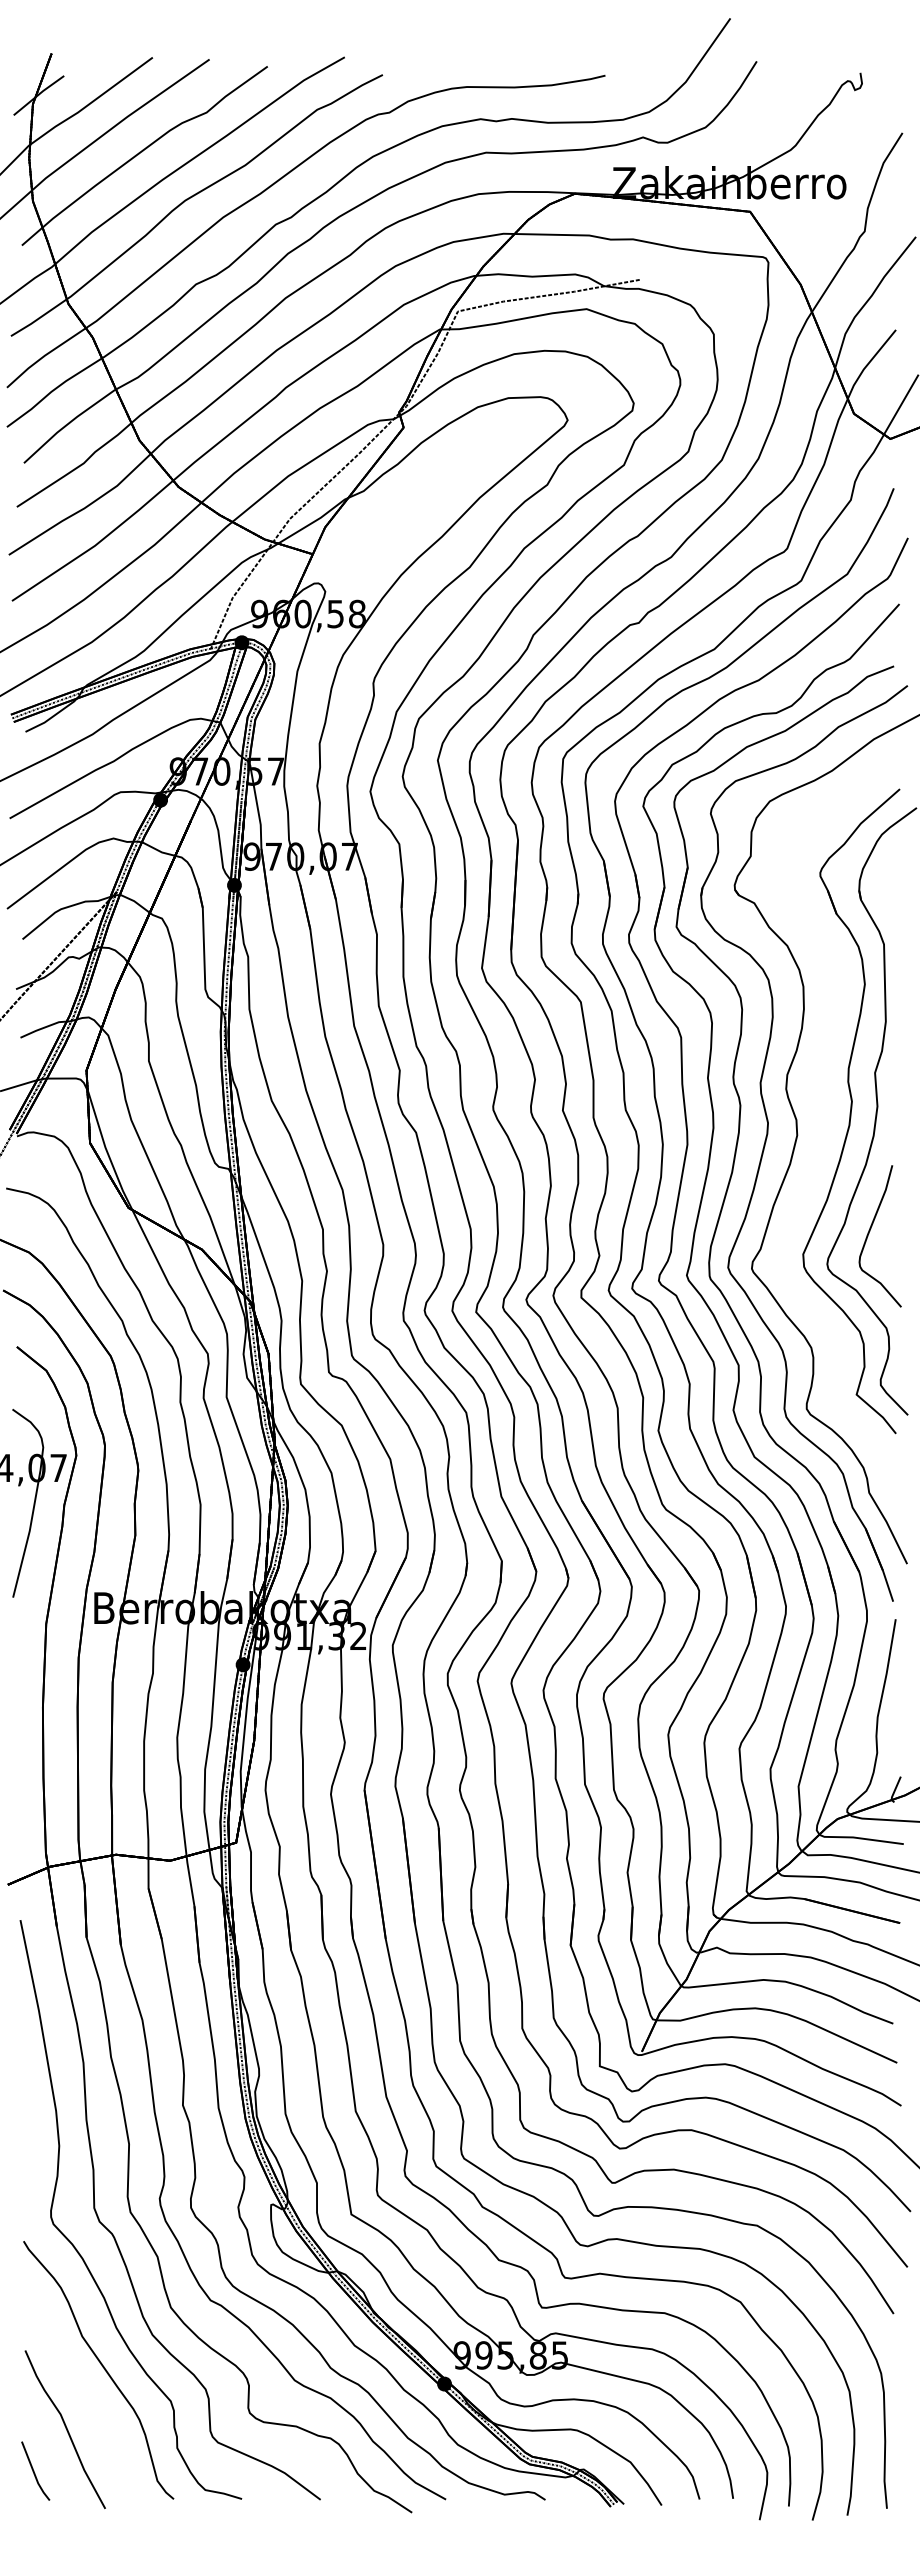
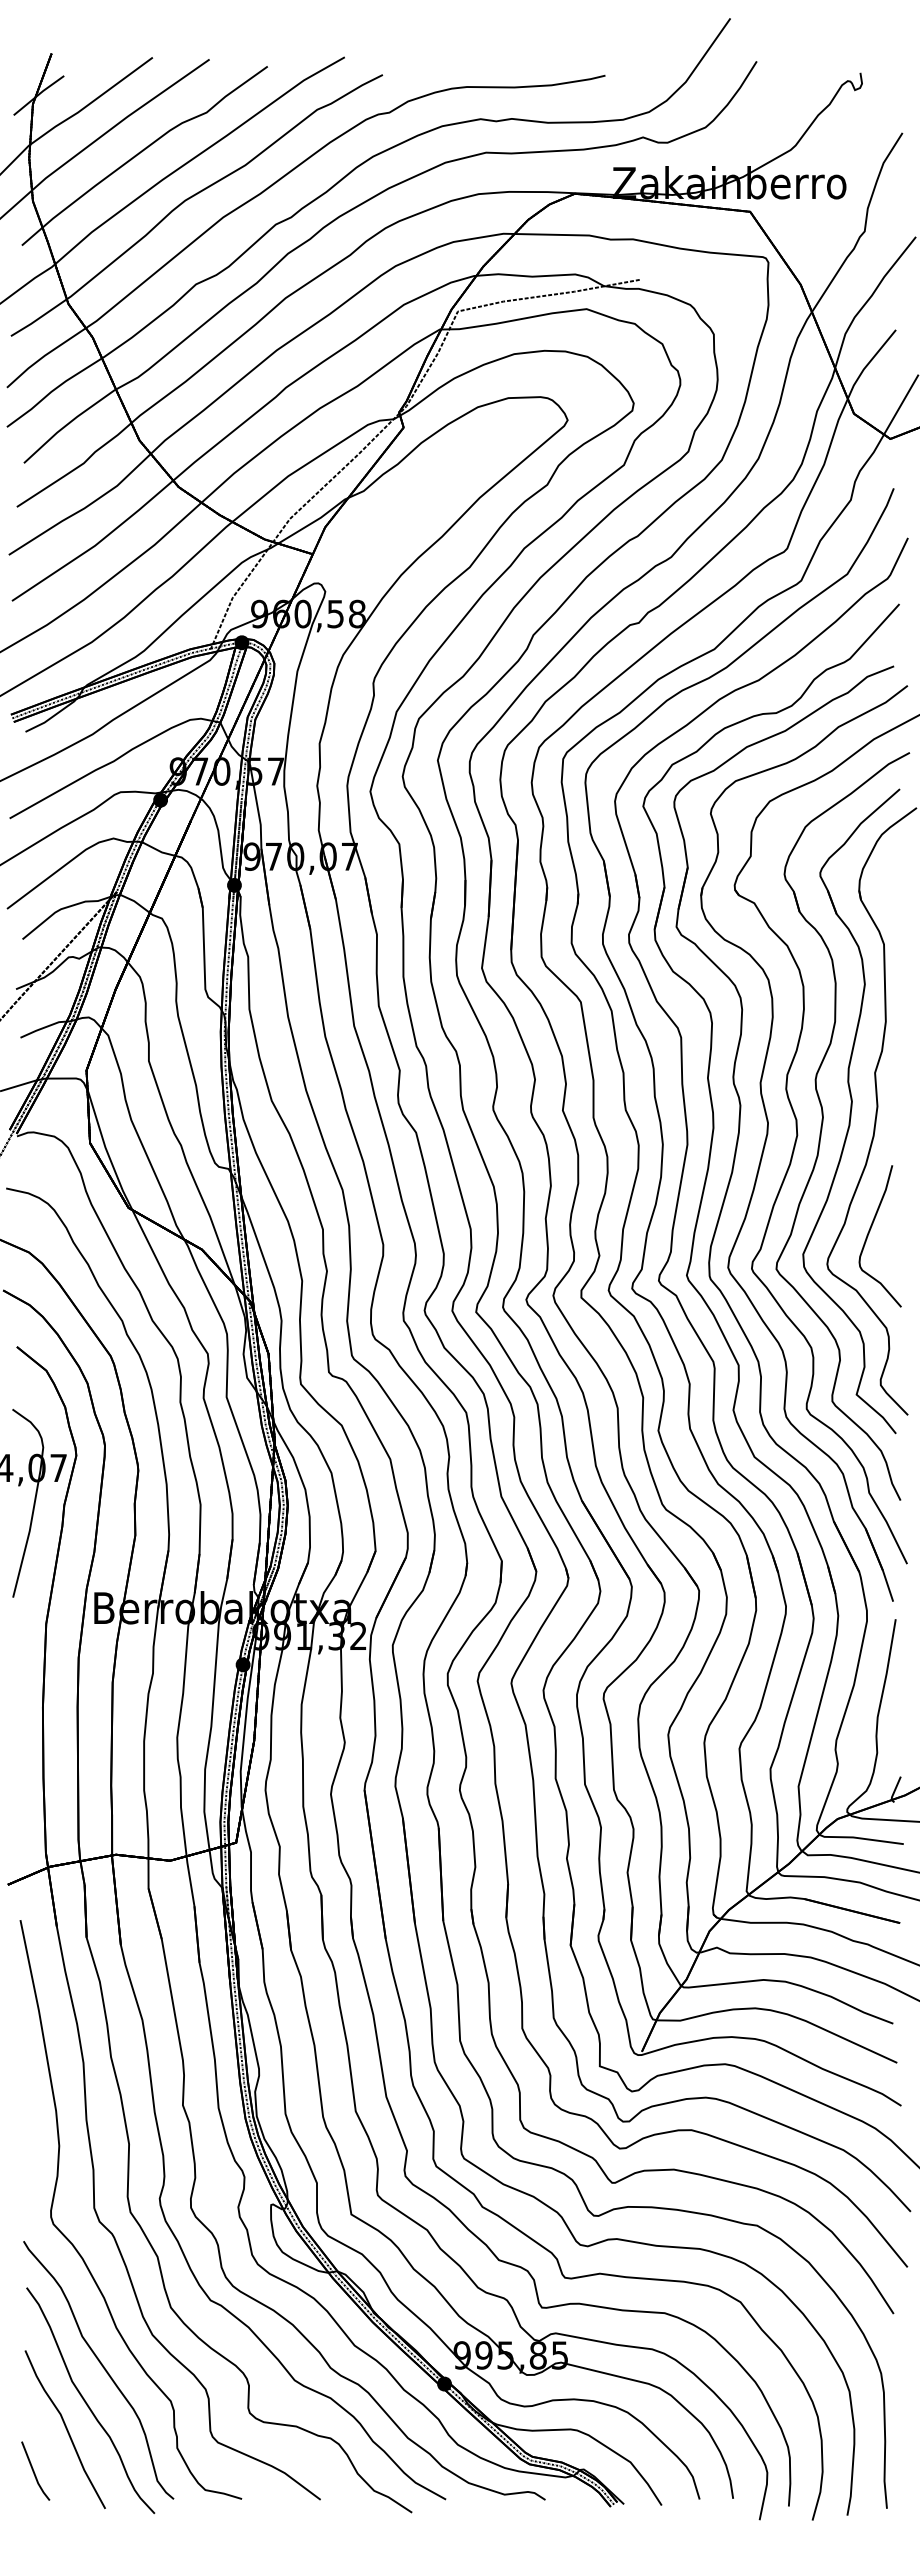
part at (823, 1123): none -> present
curve at (86, 2401): none -> present
